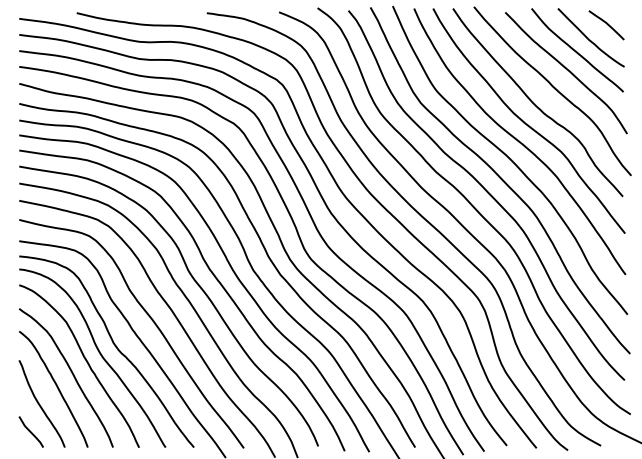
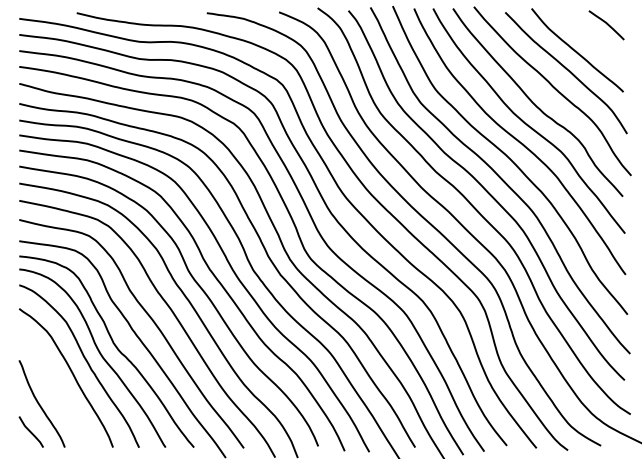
curve at (588, 37): present -> none
curve at (56, 387): present -> none
